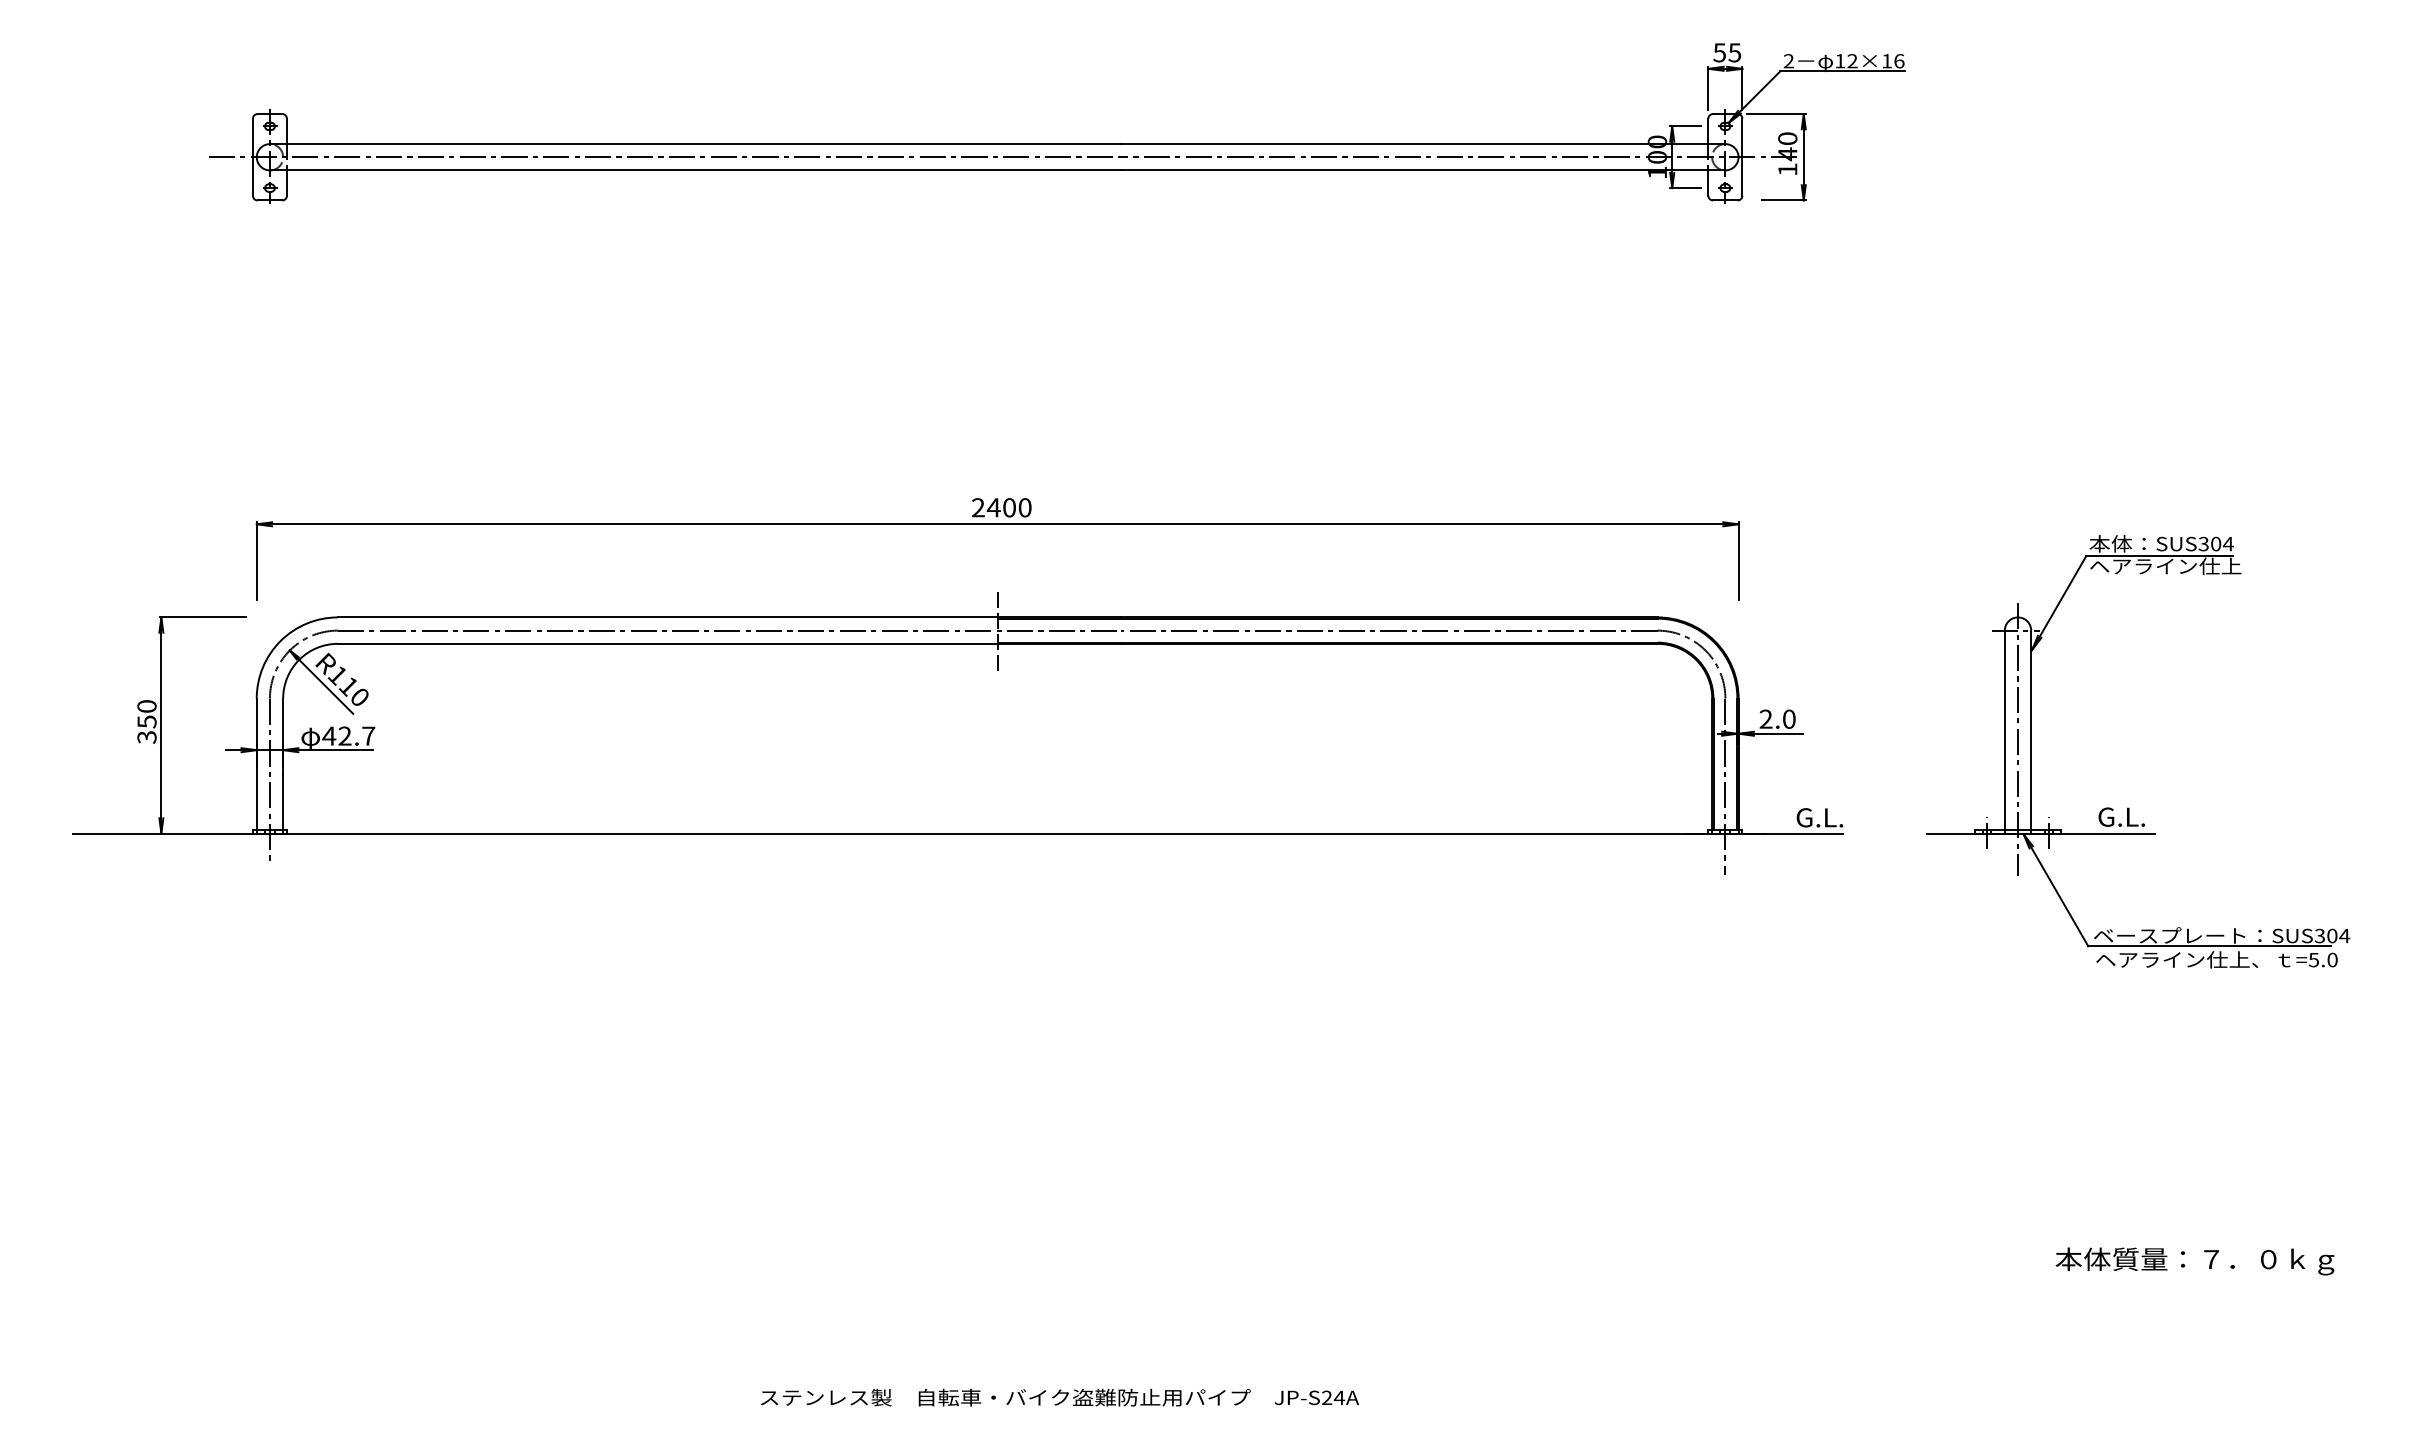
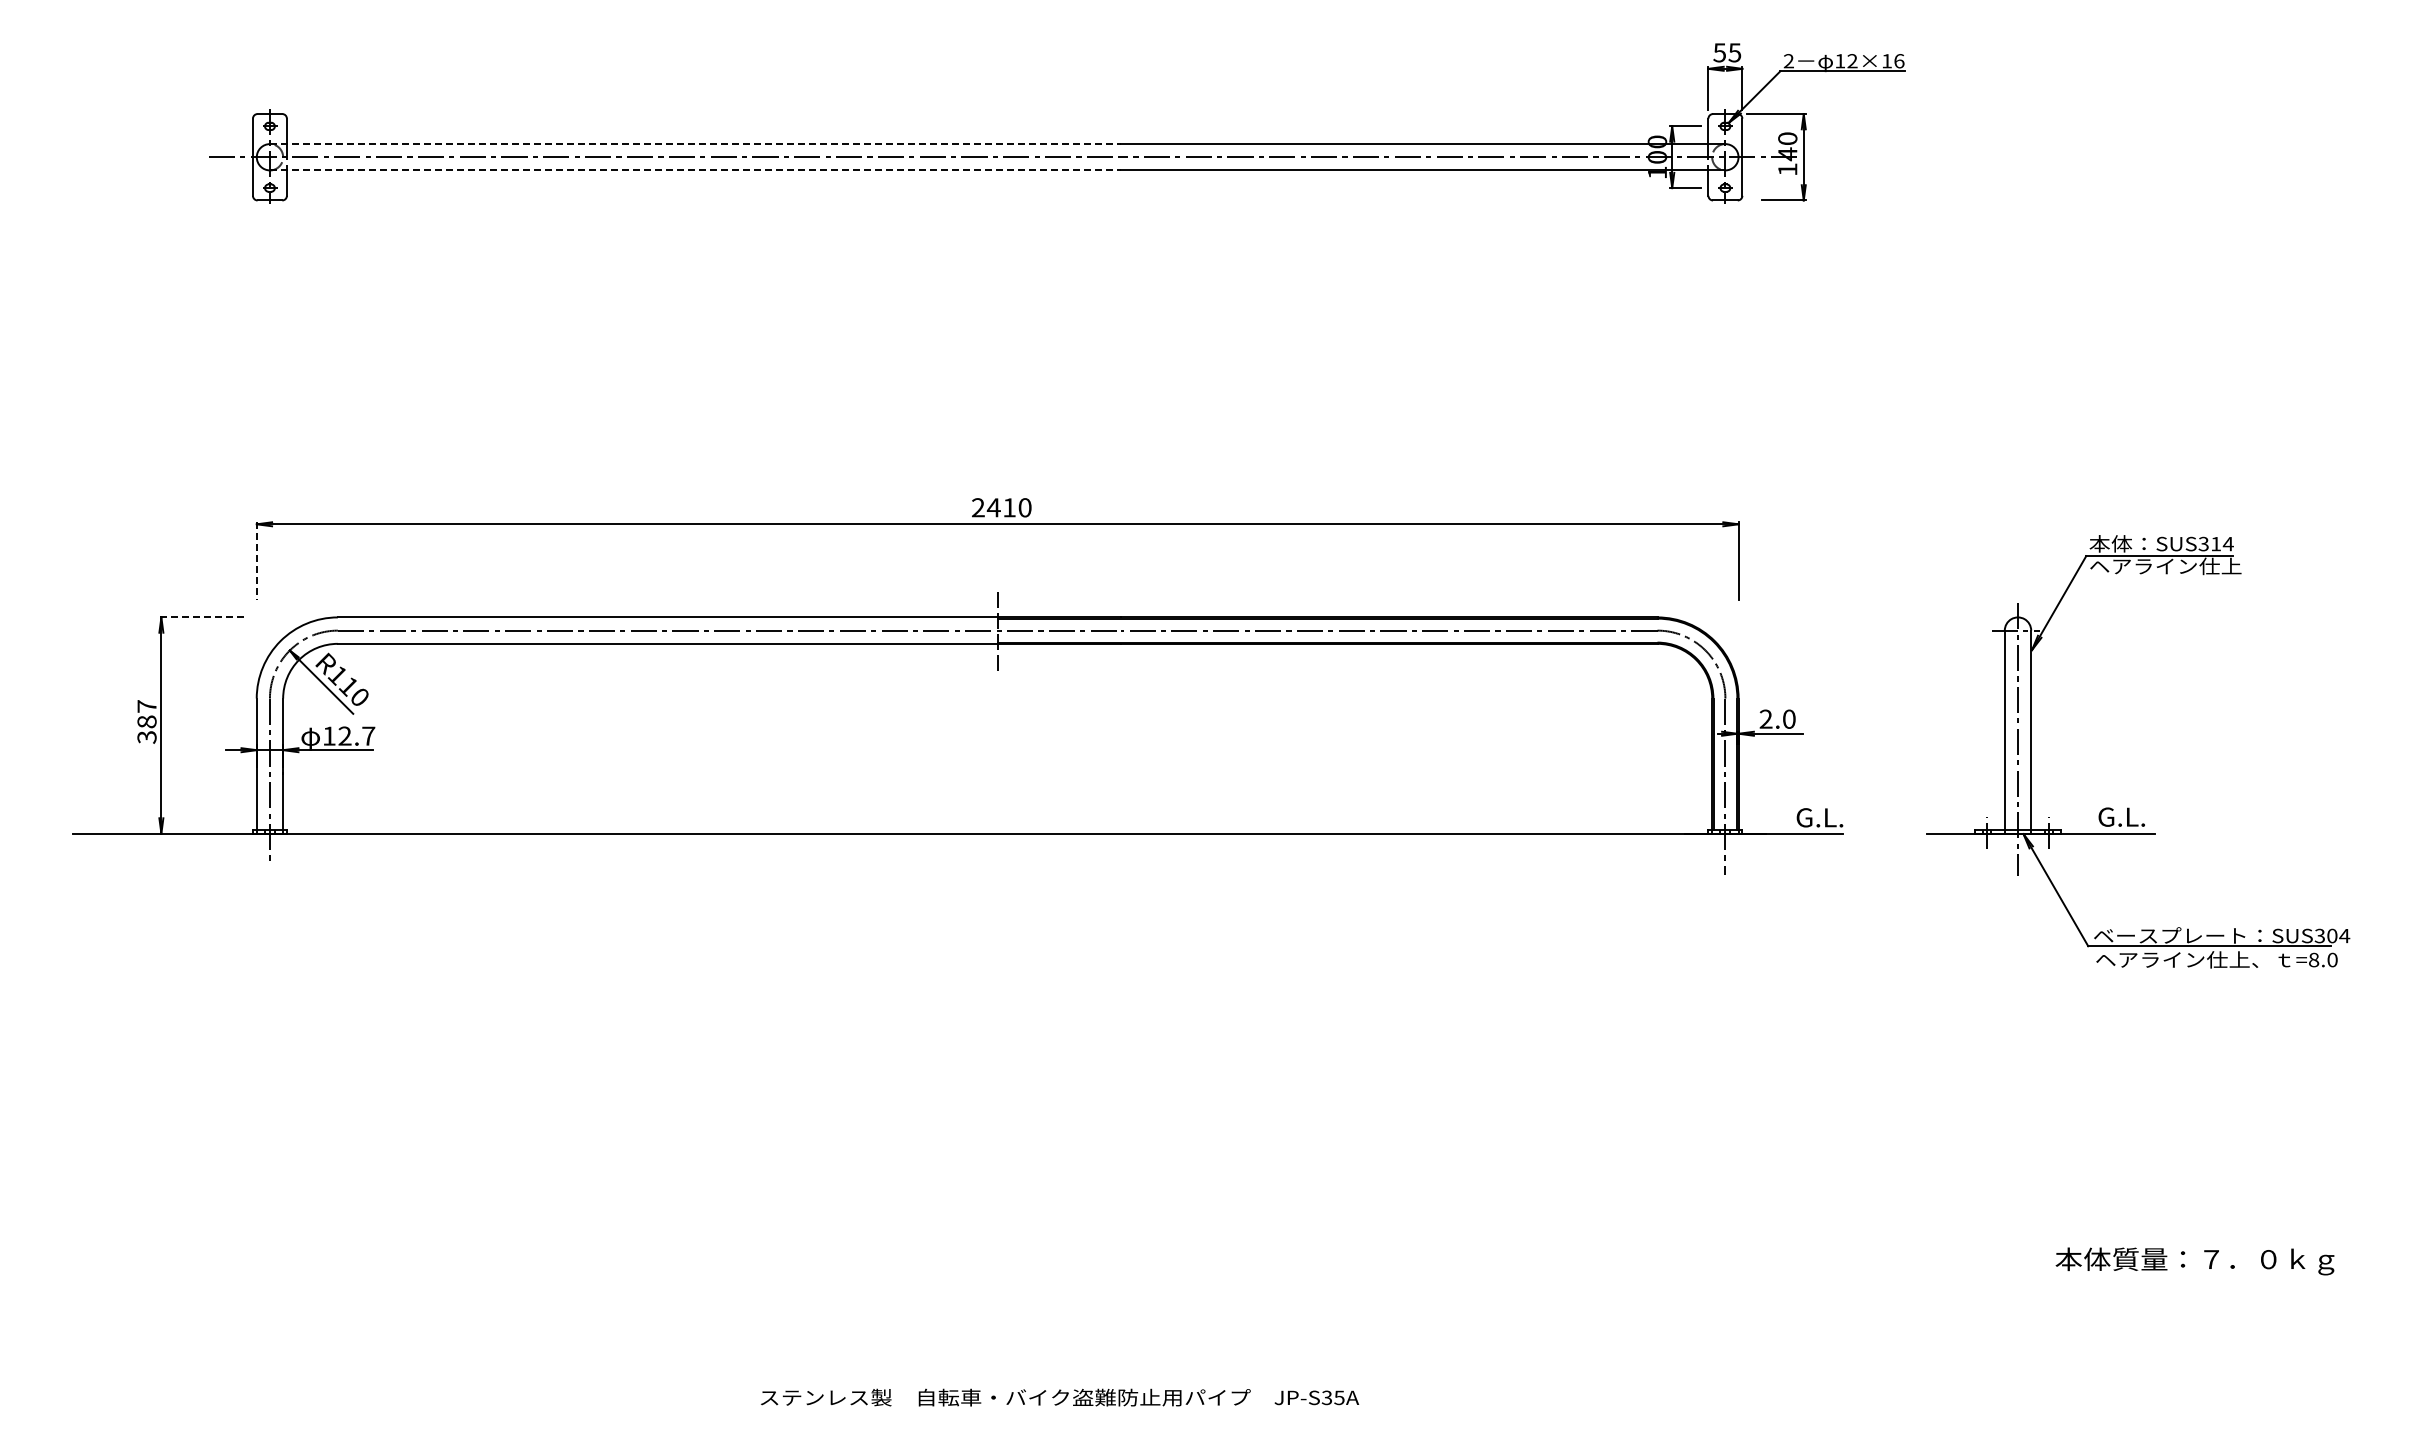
line at (695, 144): solid -> dashed
line at (695, 170): solid -> dashed
text at (1009, 507): 2400 -> 2410
text at (2216, 543): SUS304 -> SUS314
line at (256, 561): solid -> dashed
line at (203, 617): solid -> dashed
text at (146, 714): 350 -> 387
text at (329, 735): 42.7 -> 12.7
text at (2313, 959): =5.0 -> =8.0
text at (1333, 1397): JP-S24A -> JP-S35A
